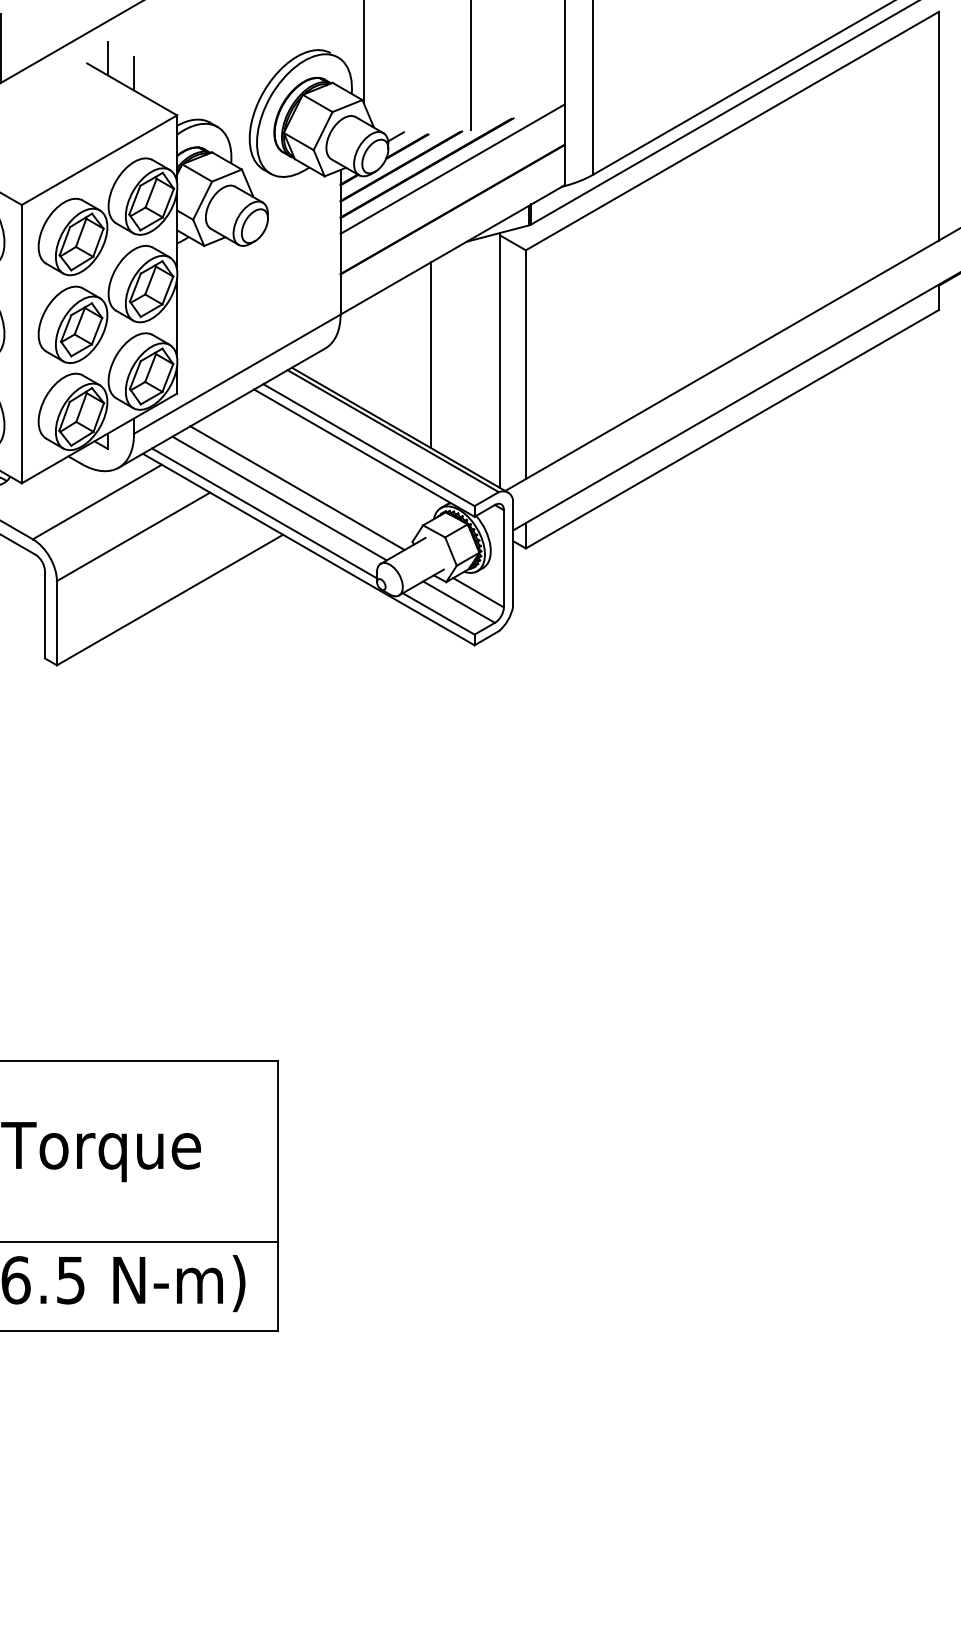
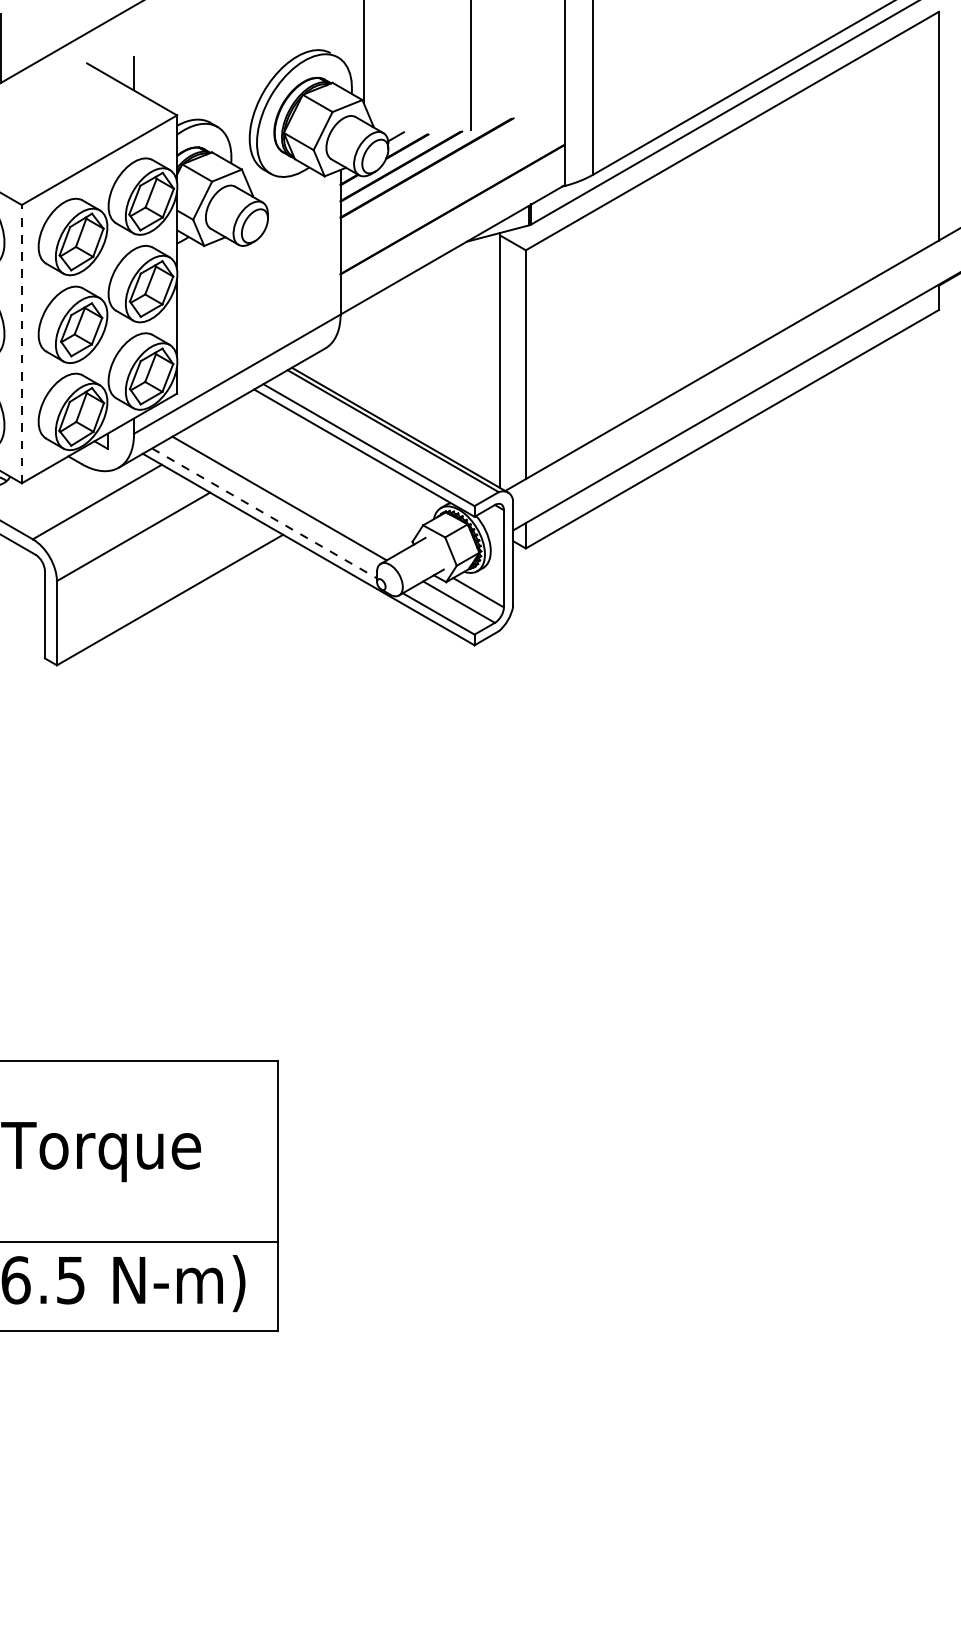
line at (107, 58): present -> none
line at (451, 169): present -> none
line at (21, 343): solid -> dashed
line at (431, 355): present -> none
line at (297, 488): present -> none
line at (264, 513): solid -> dashed
